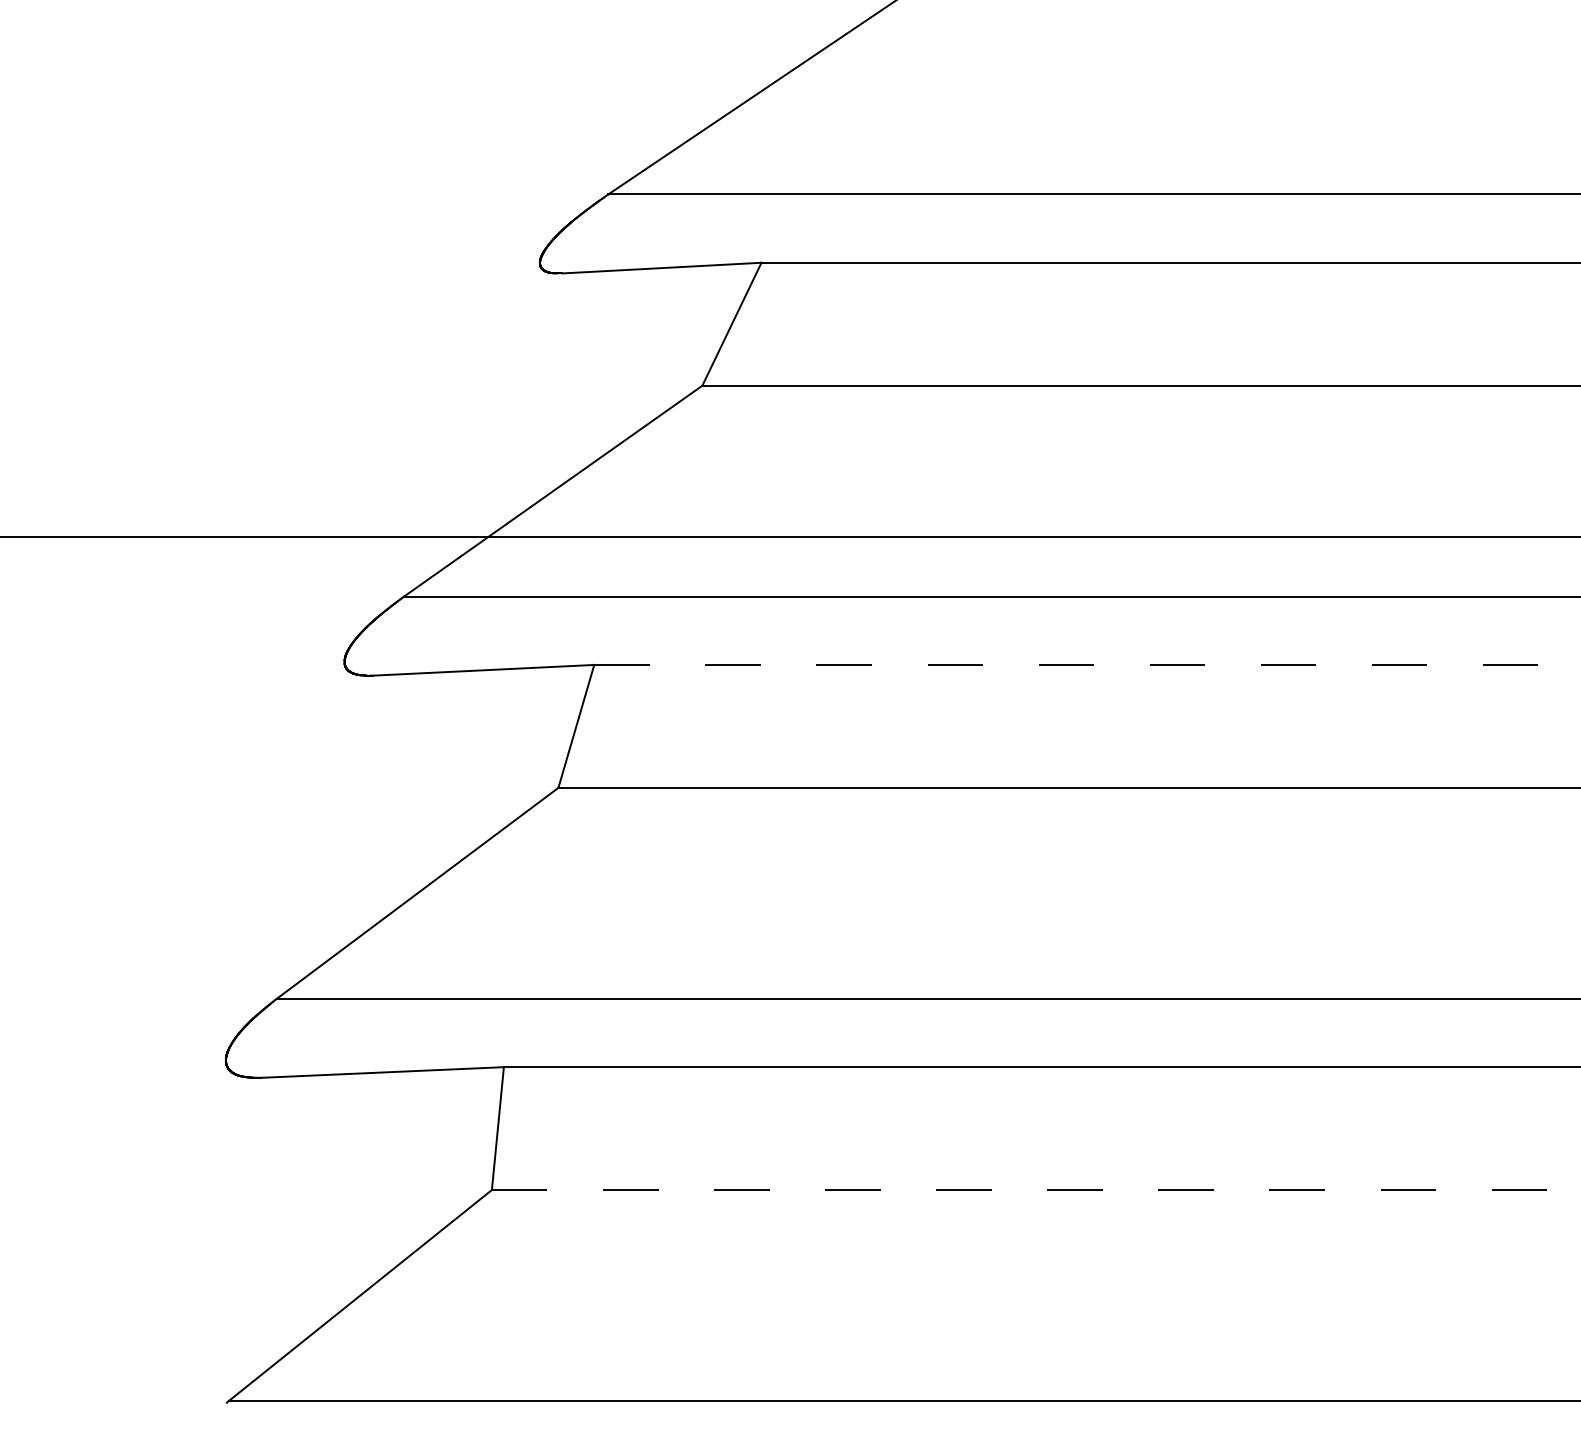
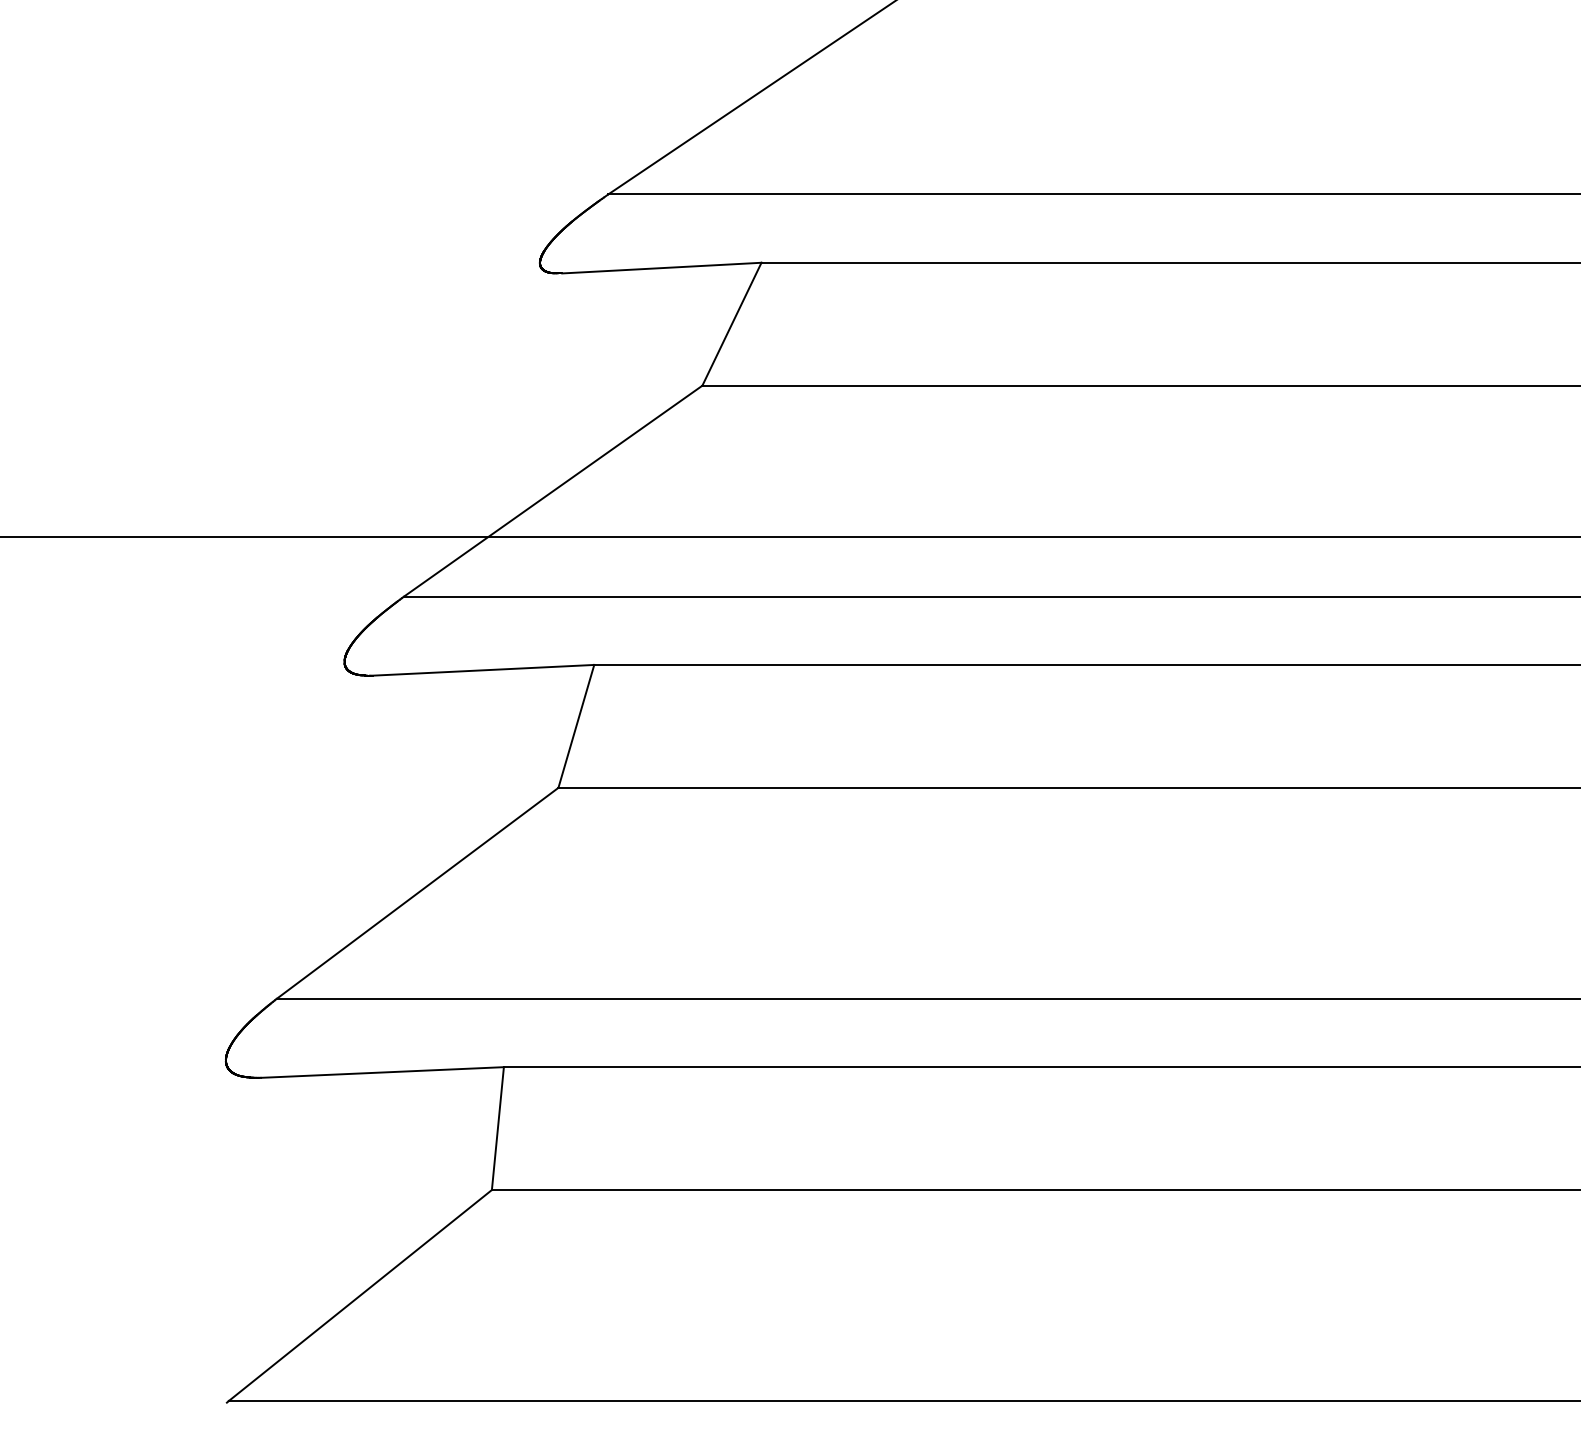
line at (1087, 664): dashed -> solid
line at (1036, 1190): dashed -> solid
